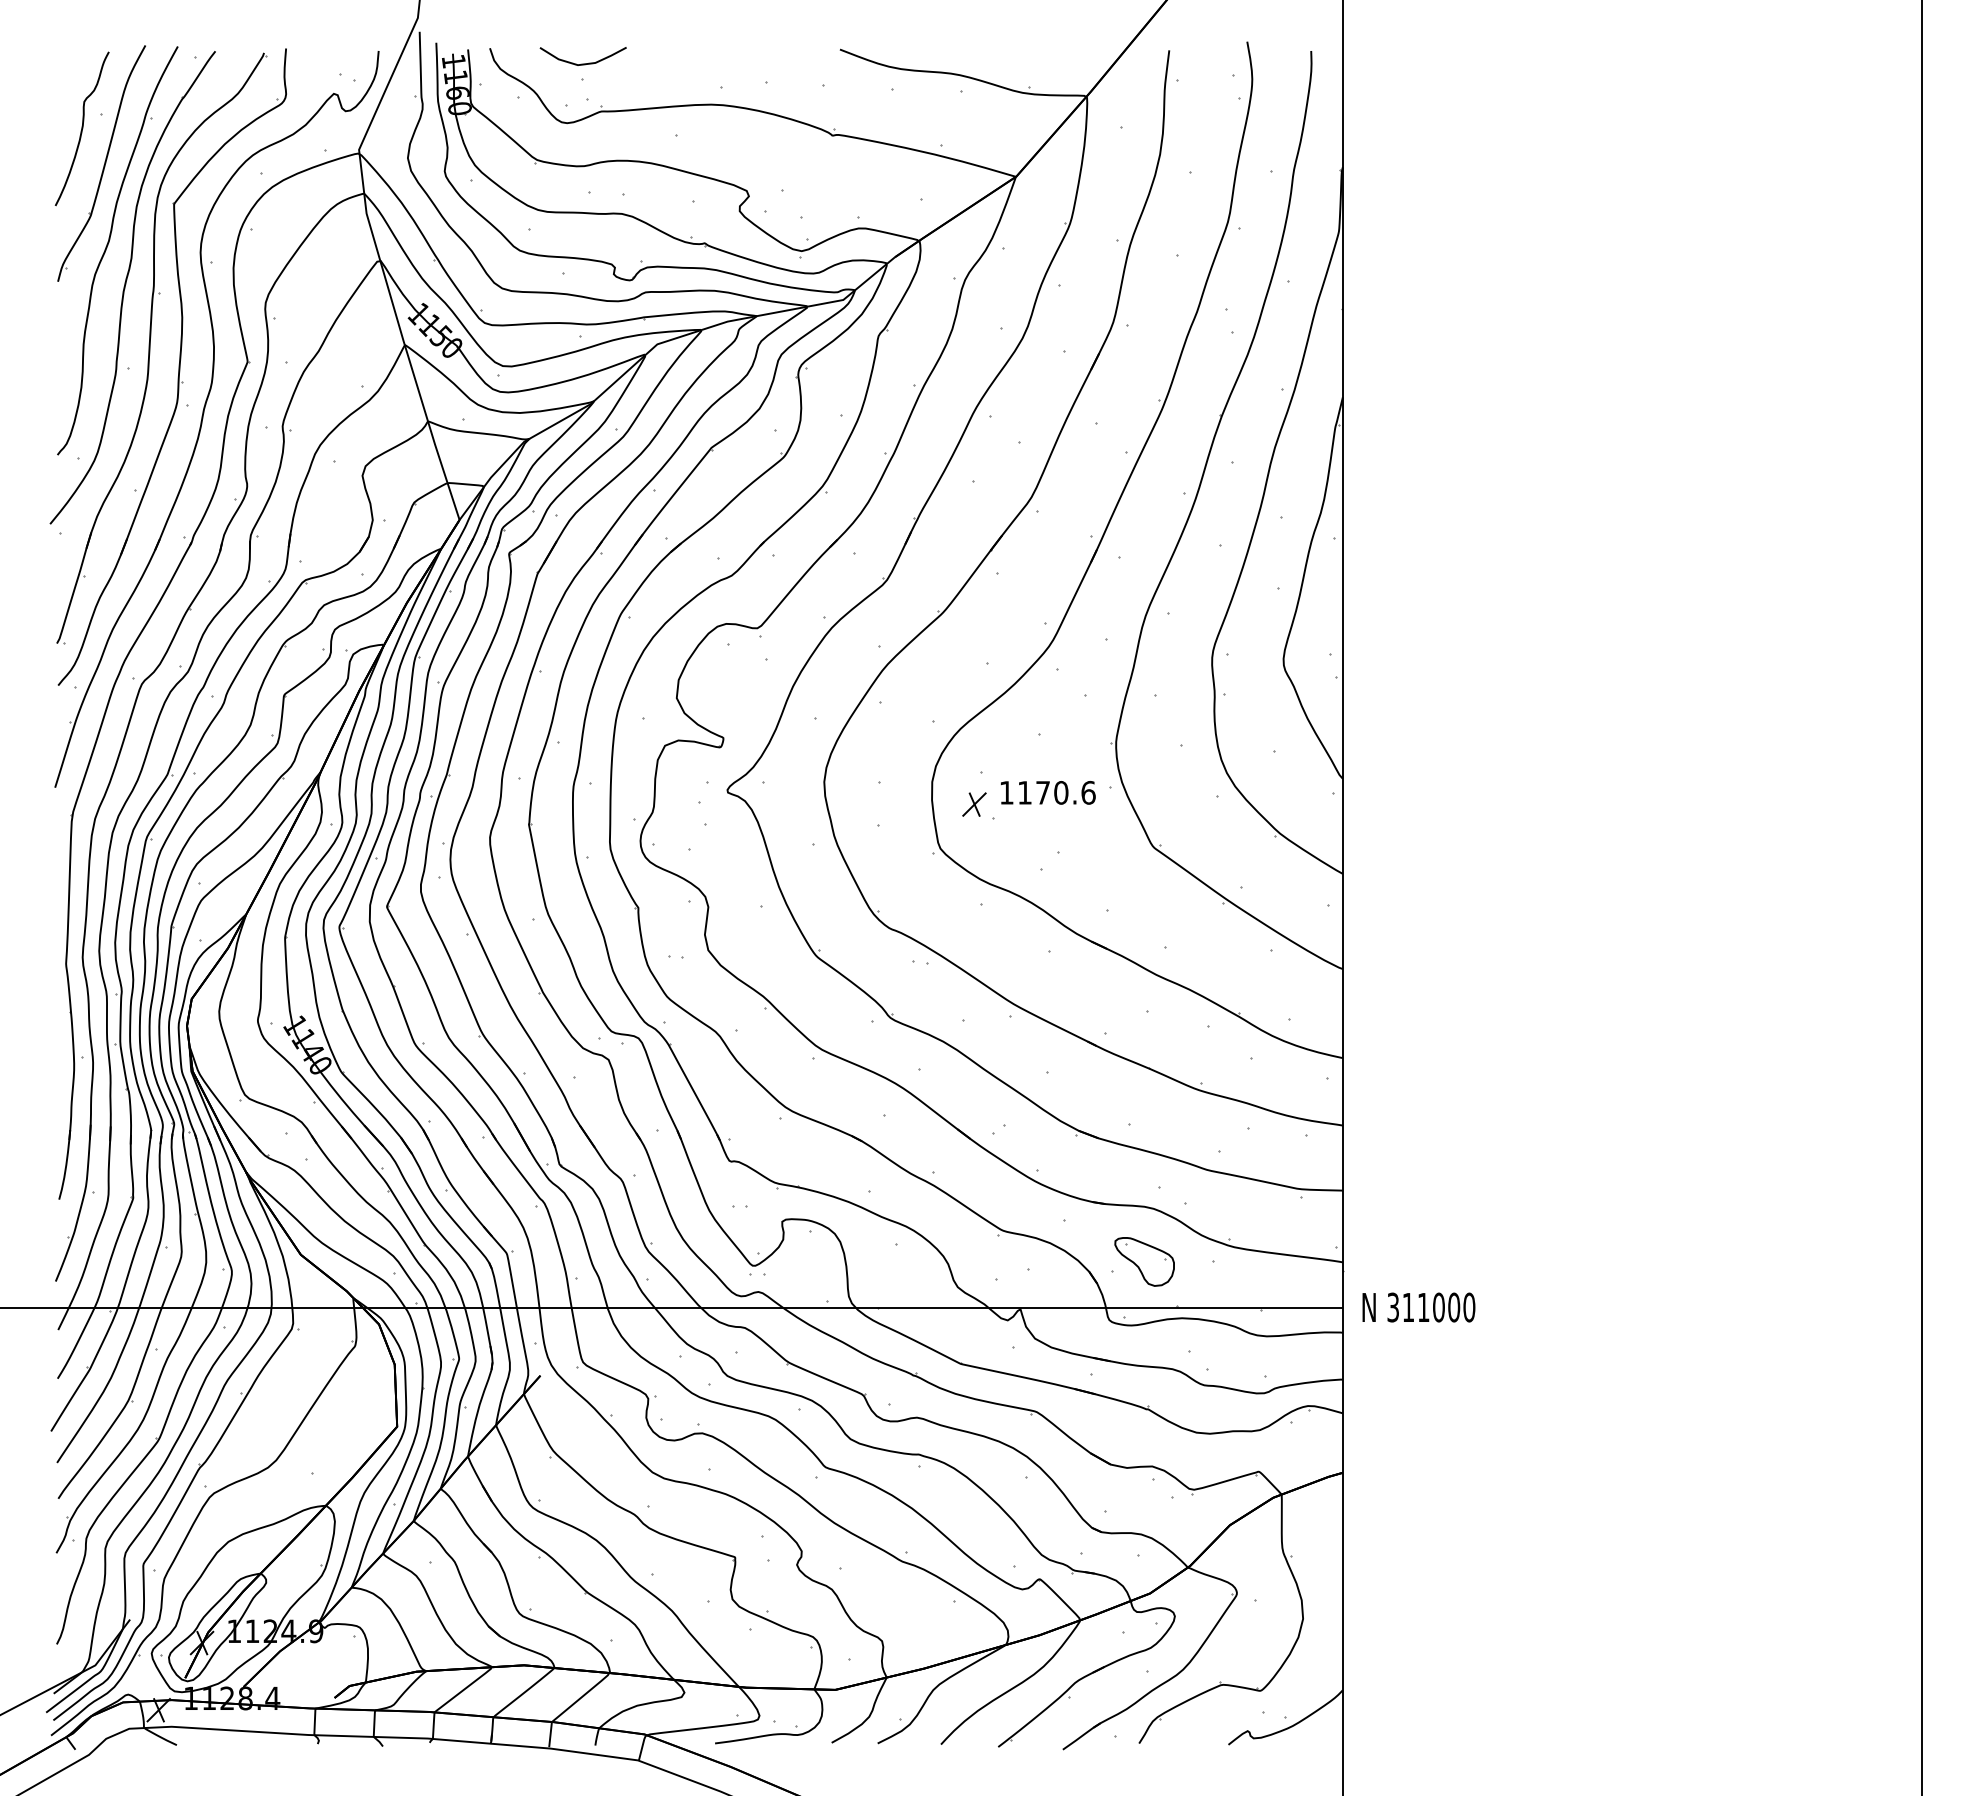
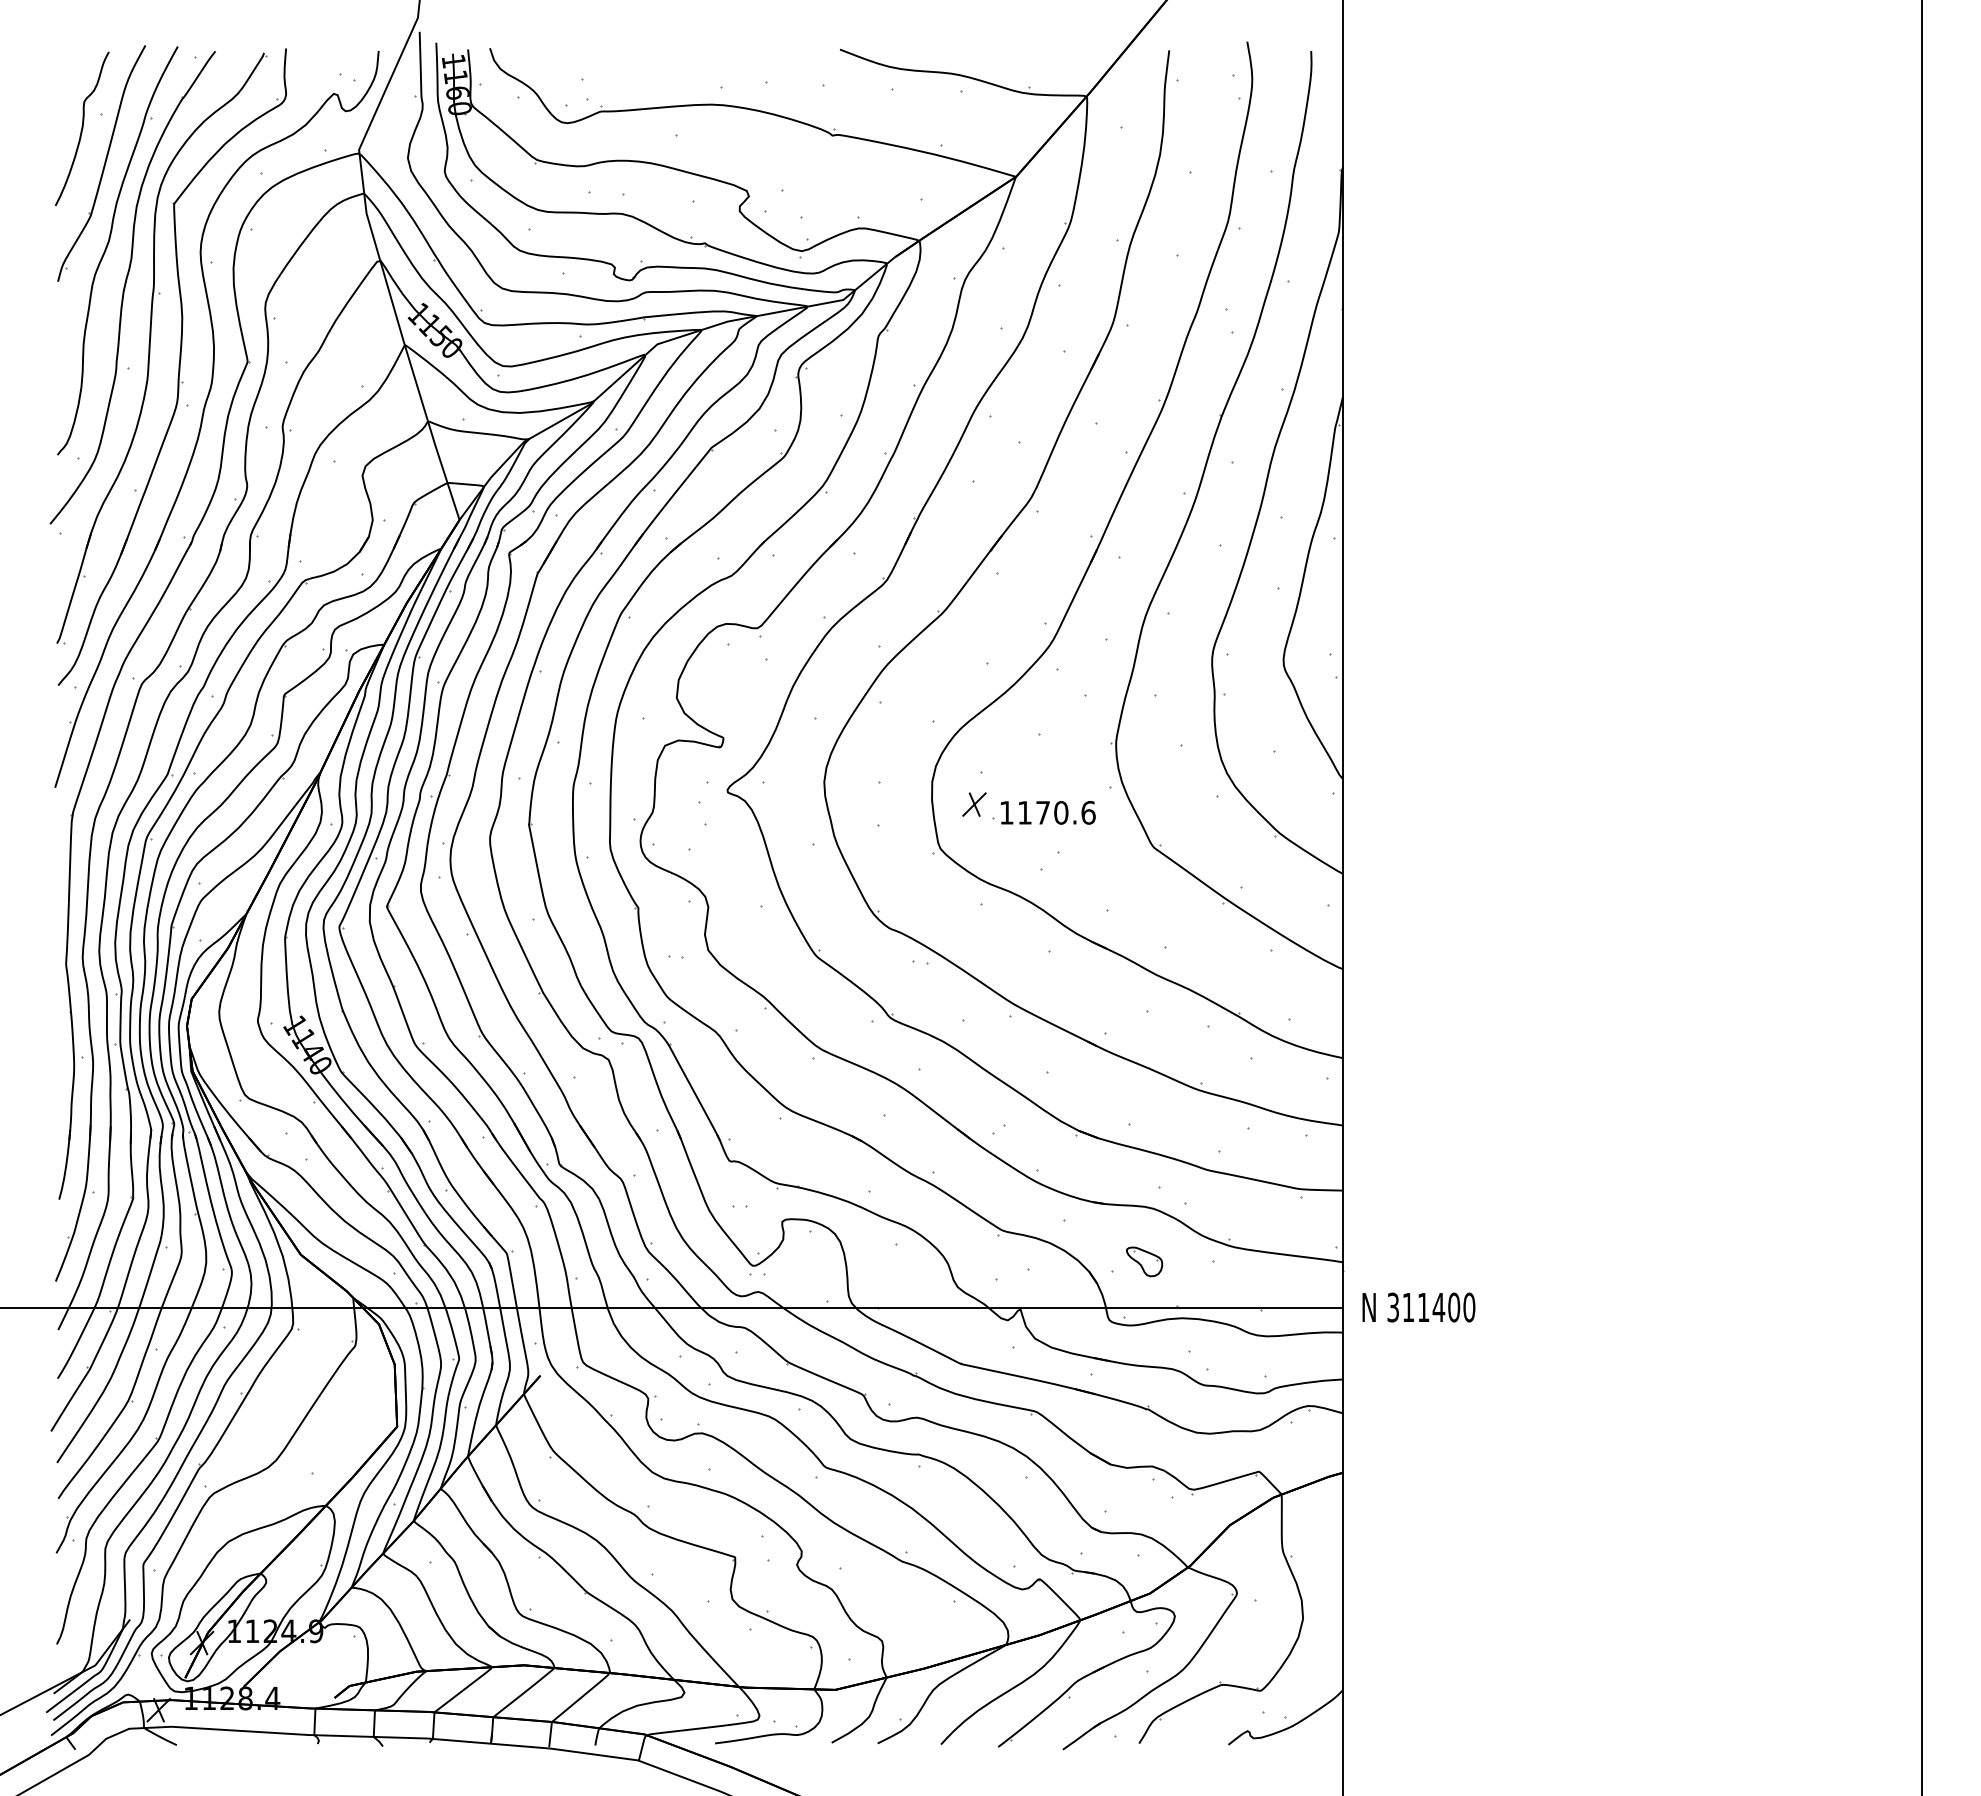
curve at (582, 63): present -> none
text at (1048, 792) position: (1048, 792) -> (1048, 812)
part at (1144, 1261) size: 61x50 px -> 38x32 px
text at (1438, 1307): 311000 -> 311400
